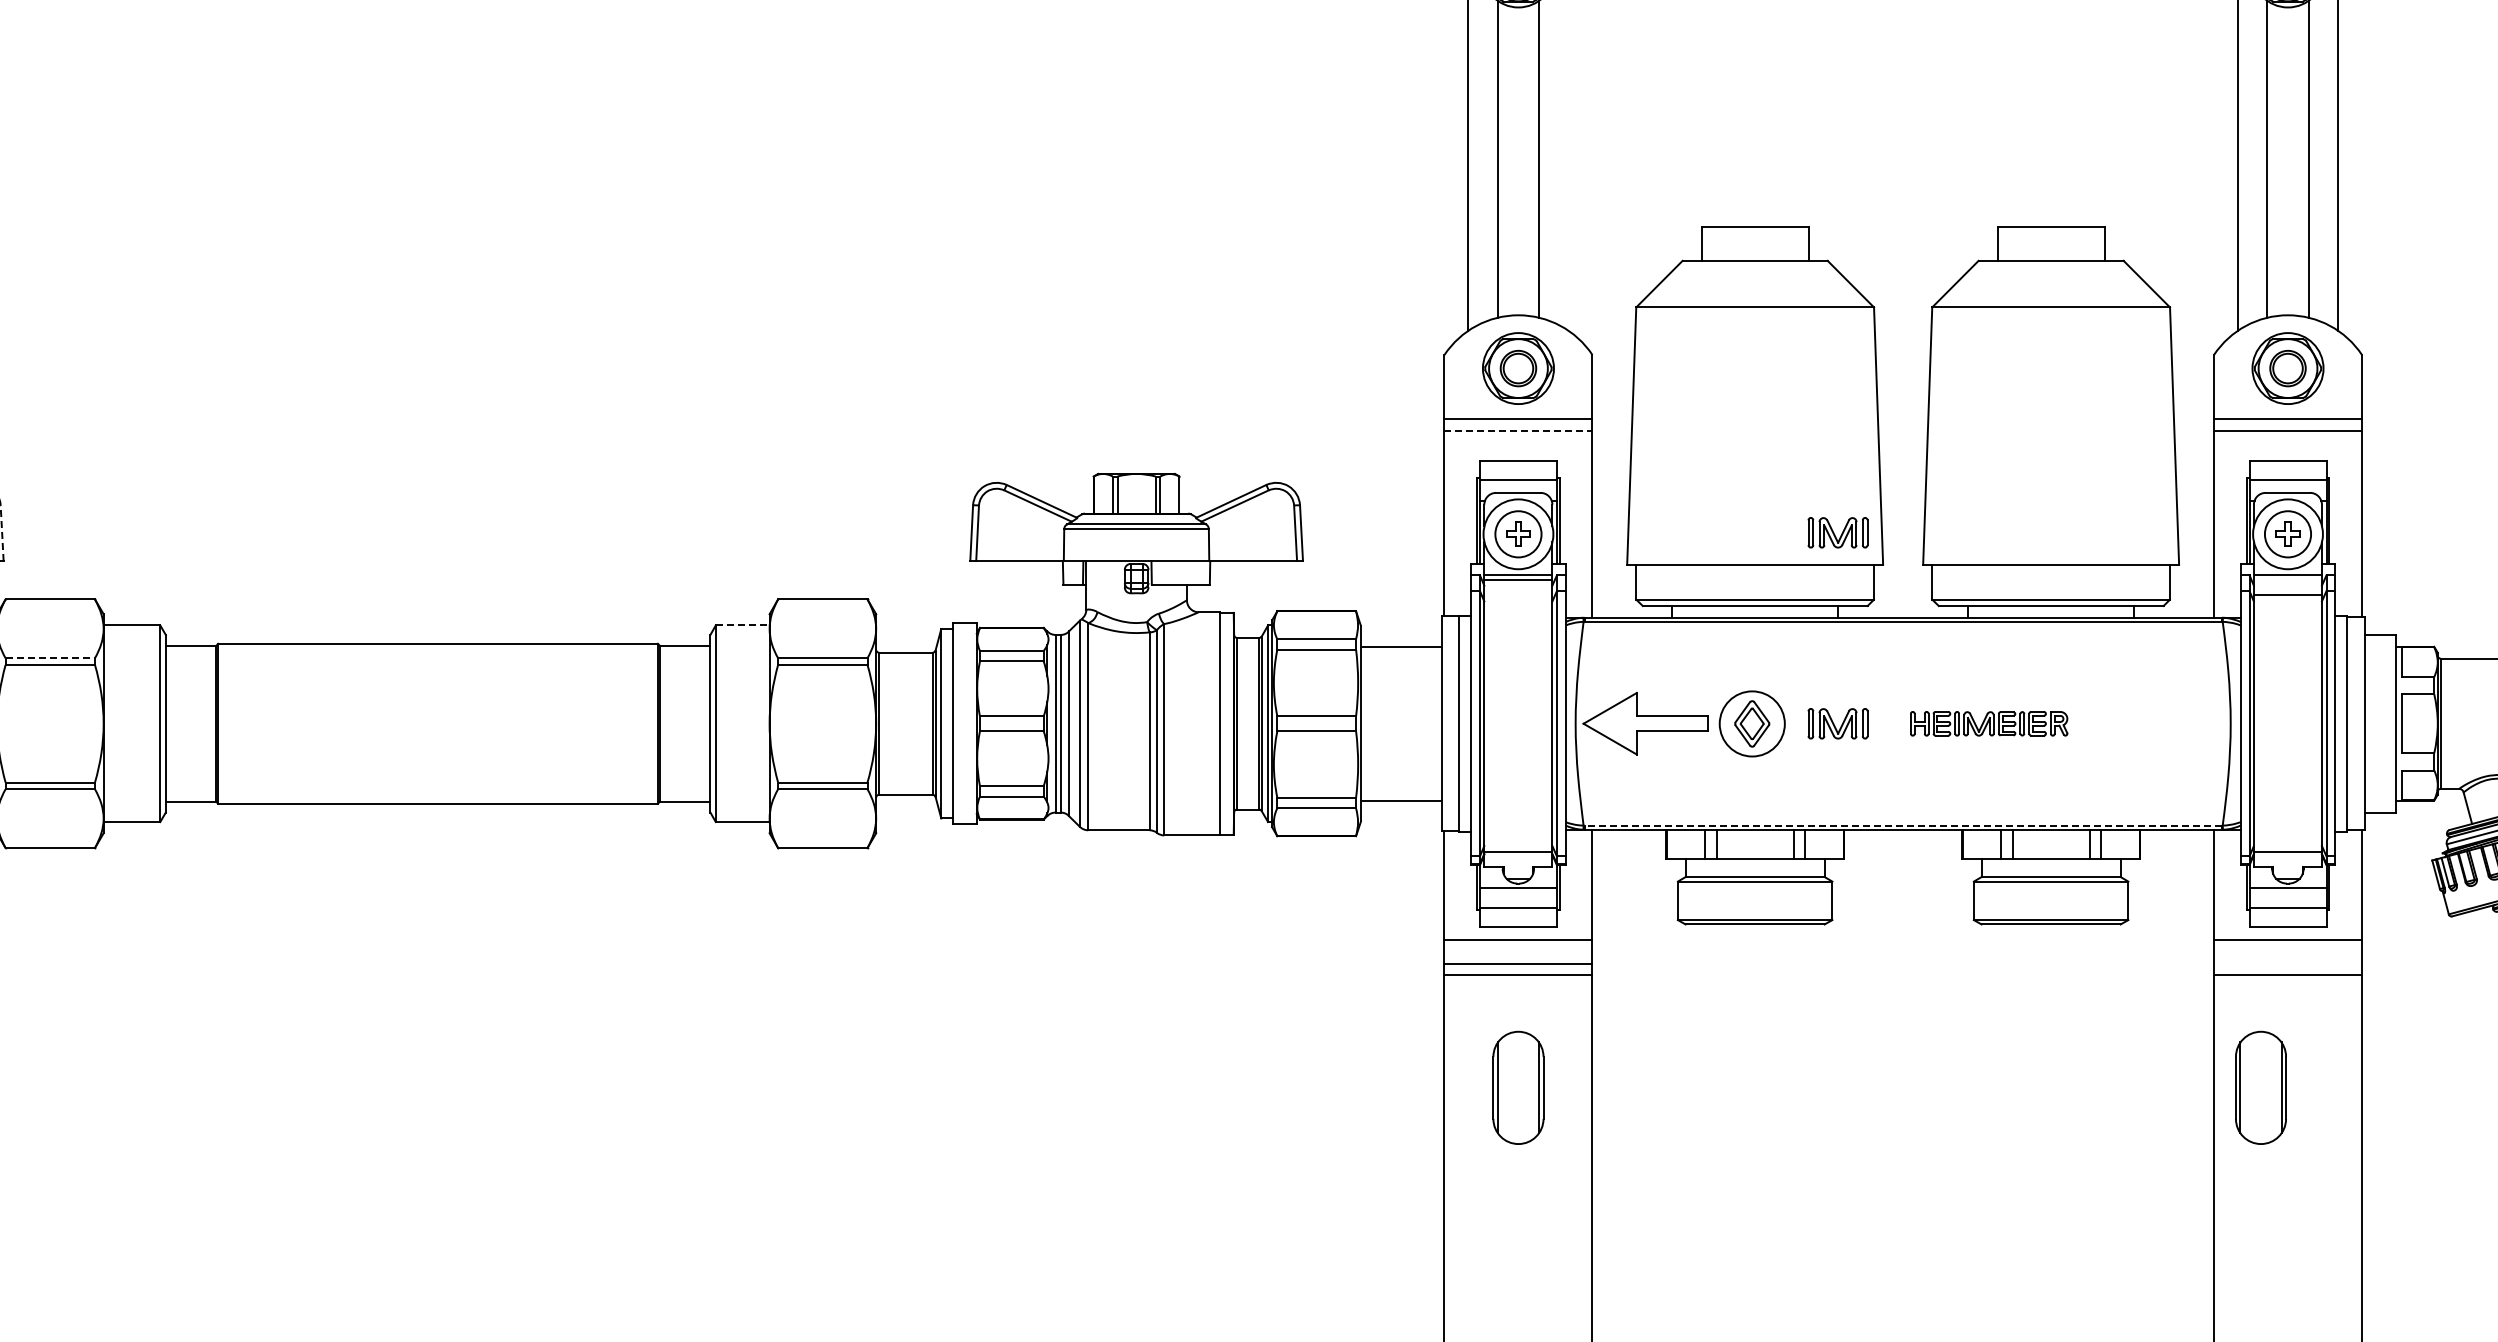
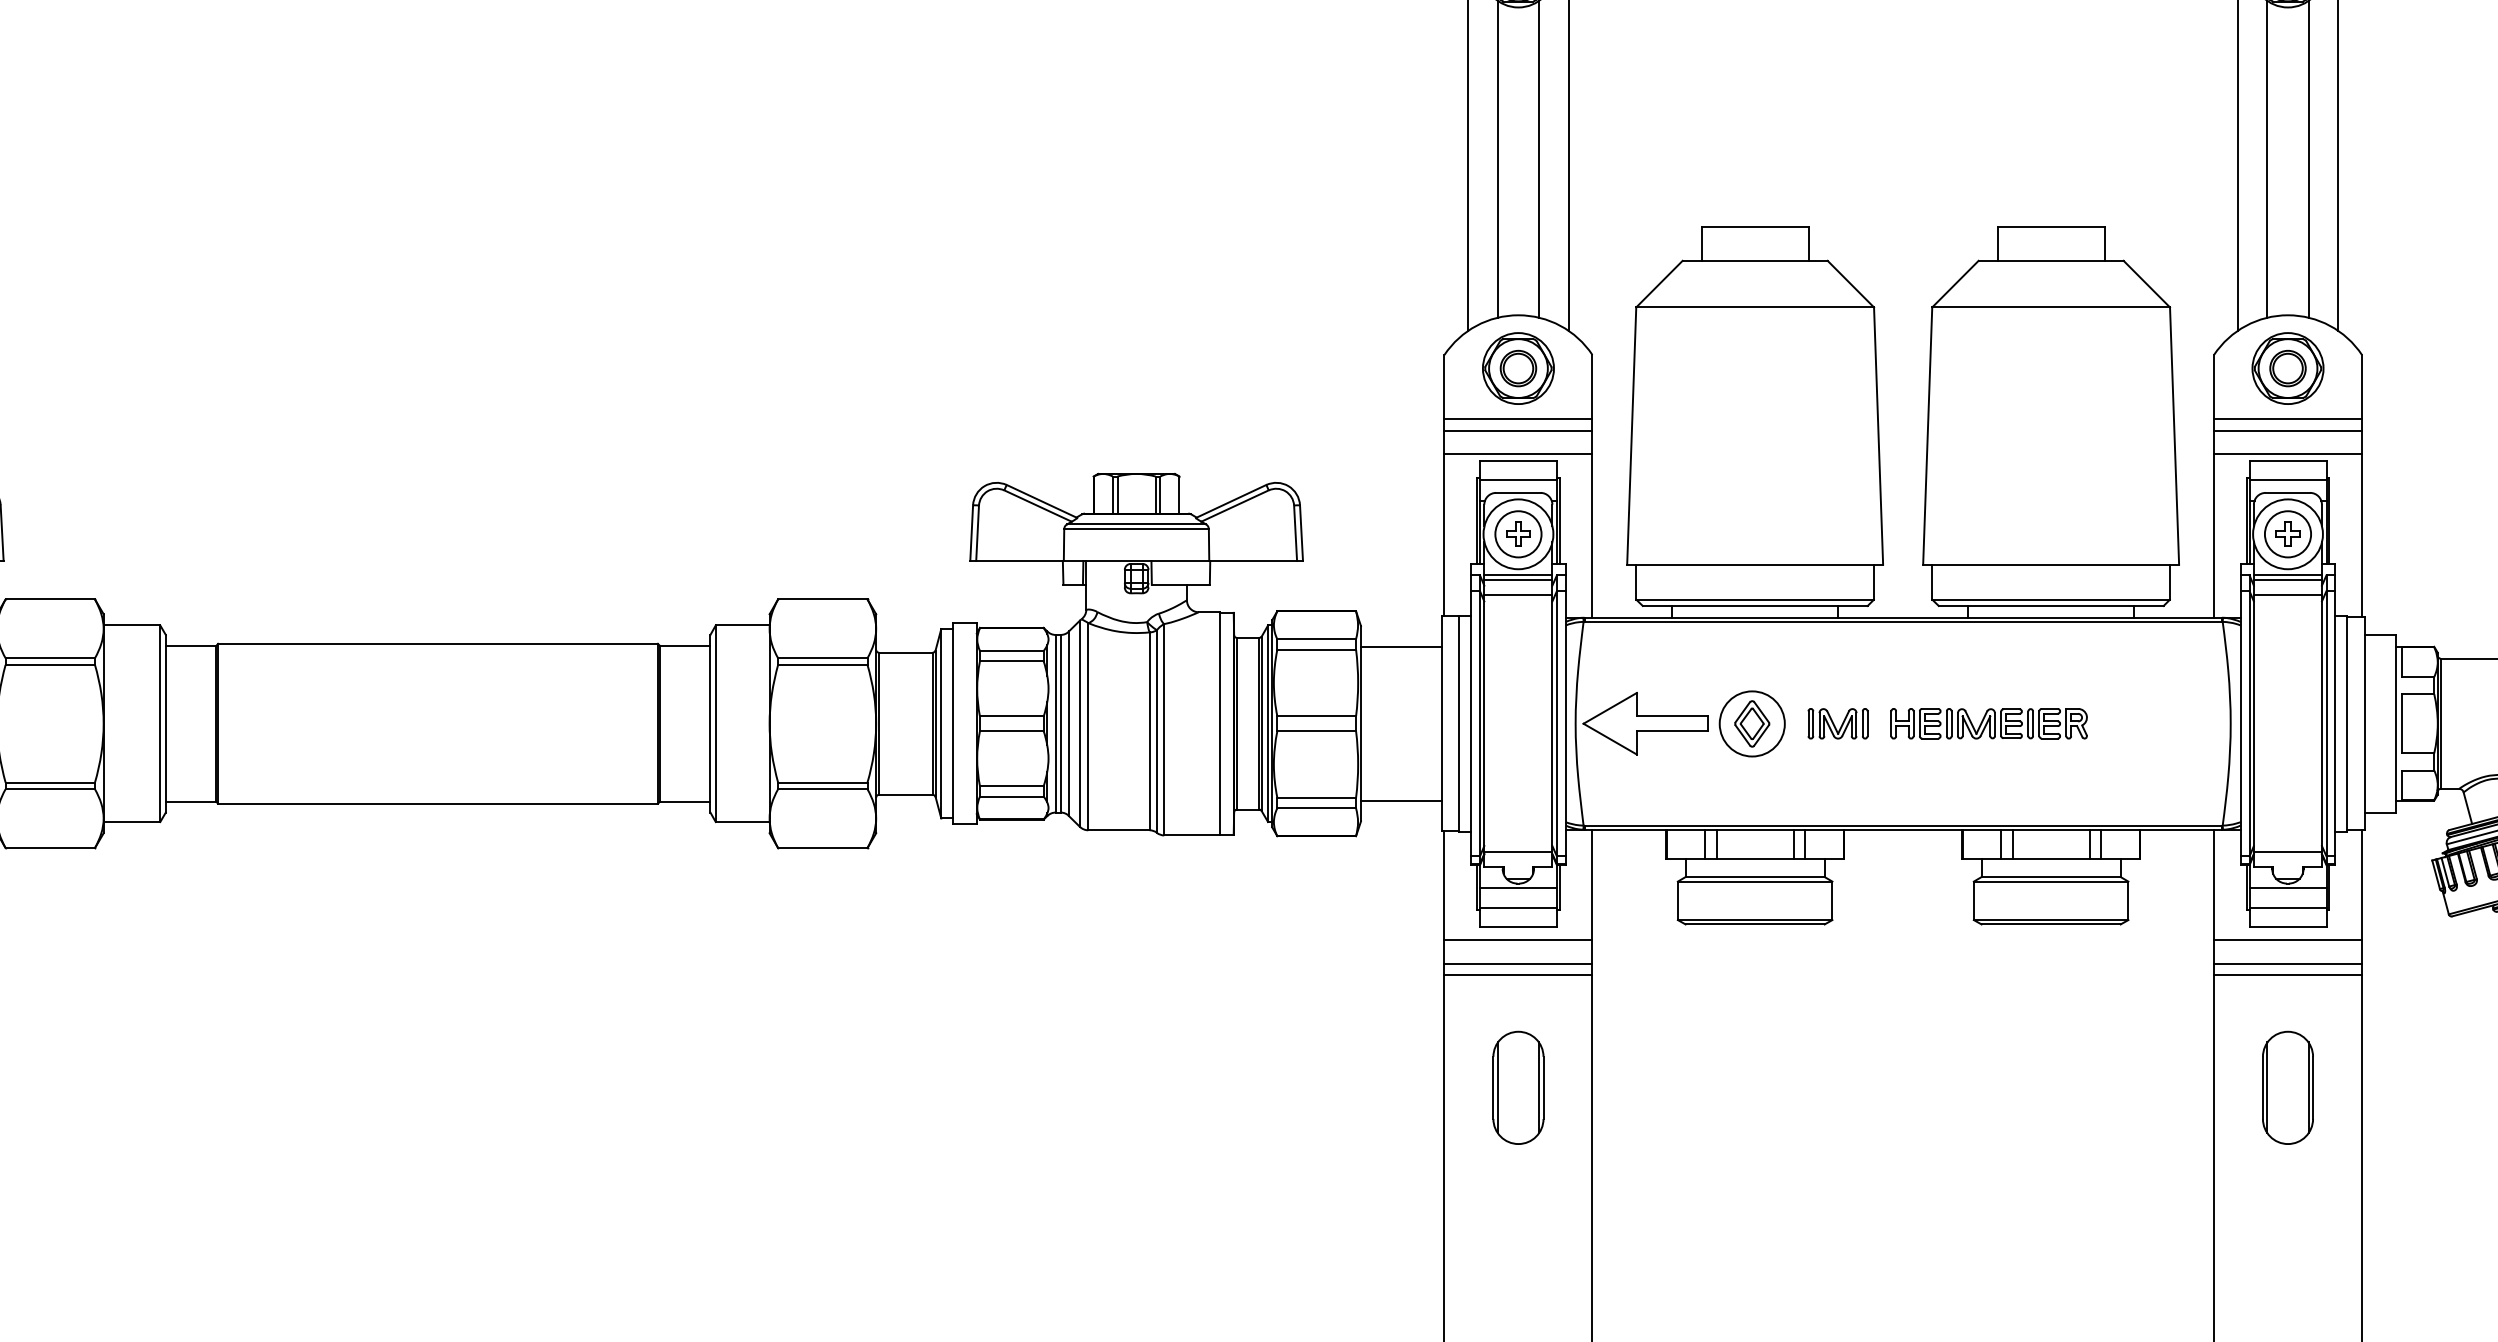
line at (1568, 166): none -> present
line at (1518, 430): dashed -> solid
line at (1518, 454): none -> present
line at (2288, 454): none -> present
part at (1837, 532): present -> none
line at (2, 533): dashed -> solid
line at (2287, 580): none -> present
line at (1518, 595): none -> present
line at (742, 625): dashed -> solid
line at (50, 658): dashed -> solid
part at (1989, 723) size: 159x26 px -> 198x32 px
line at (1903, 825): dashed -> solid
line at (2288, 963): none -> present
part at (2260, 1087) position: (2260, 1087) -> (2287, 1087)
